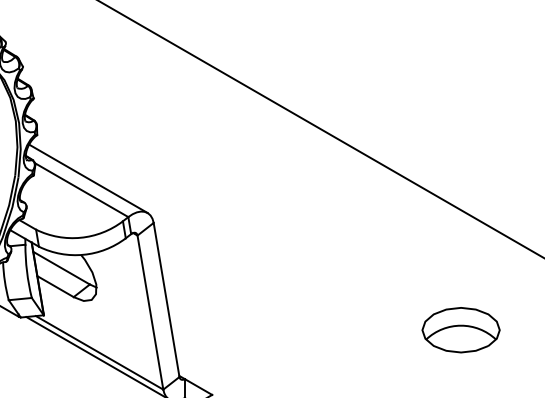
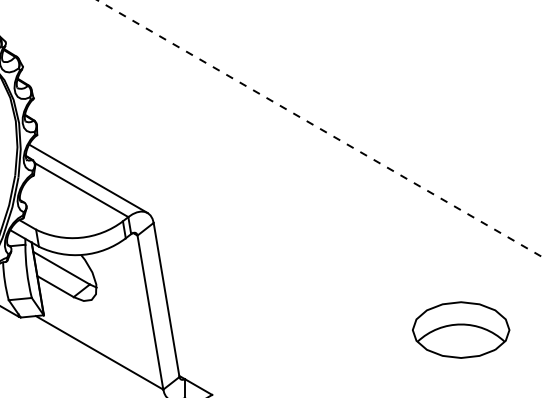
line at (321, 129): solid -> dashed
part at (460, 330) size: 80x47 px -> 99x58 px
line at (93, 355): present -> none
